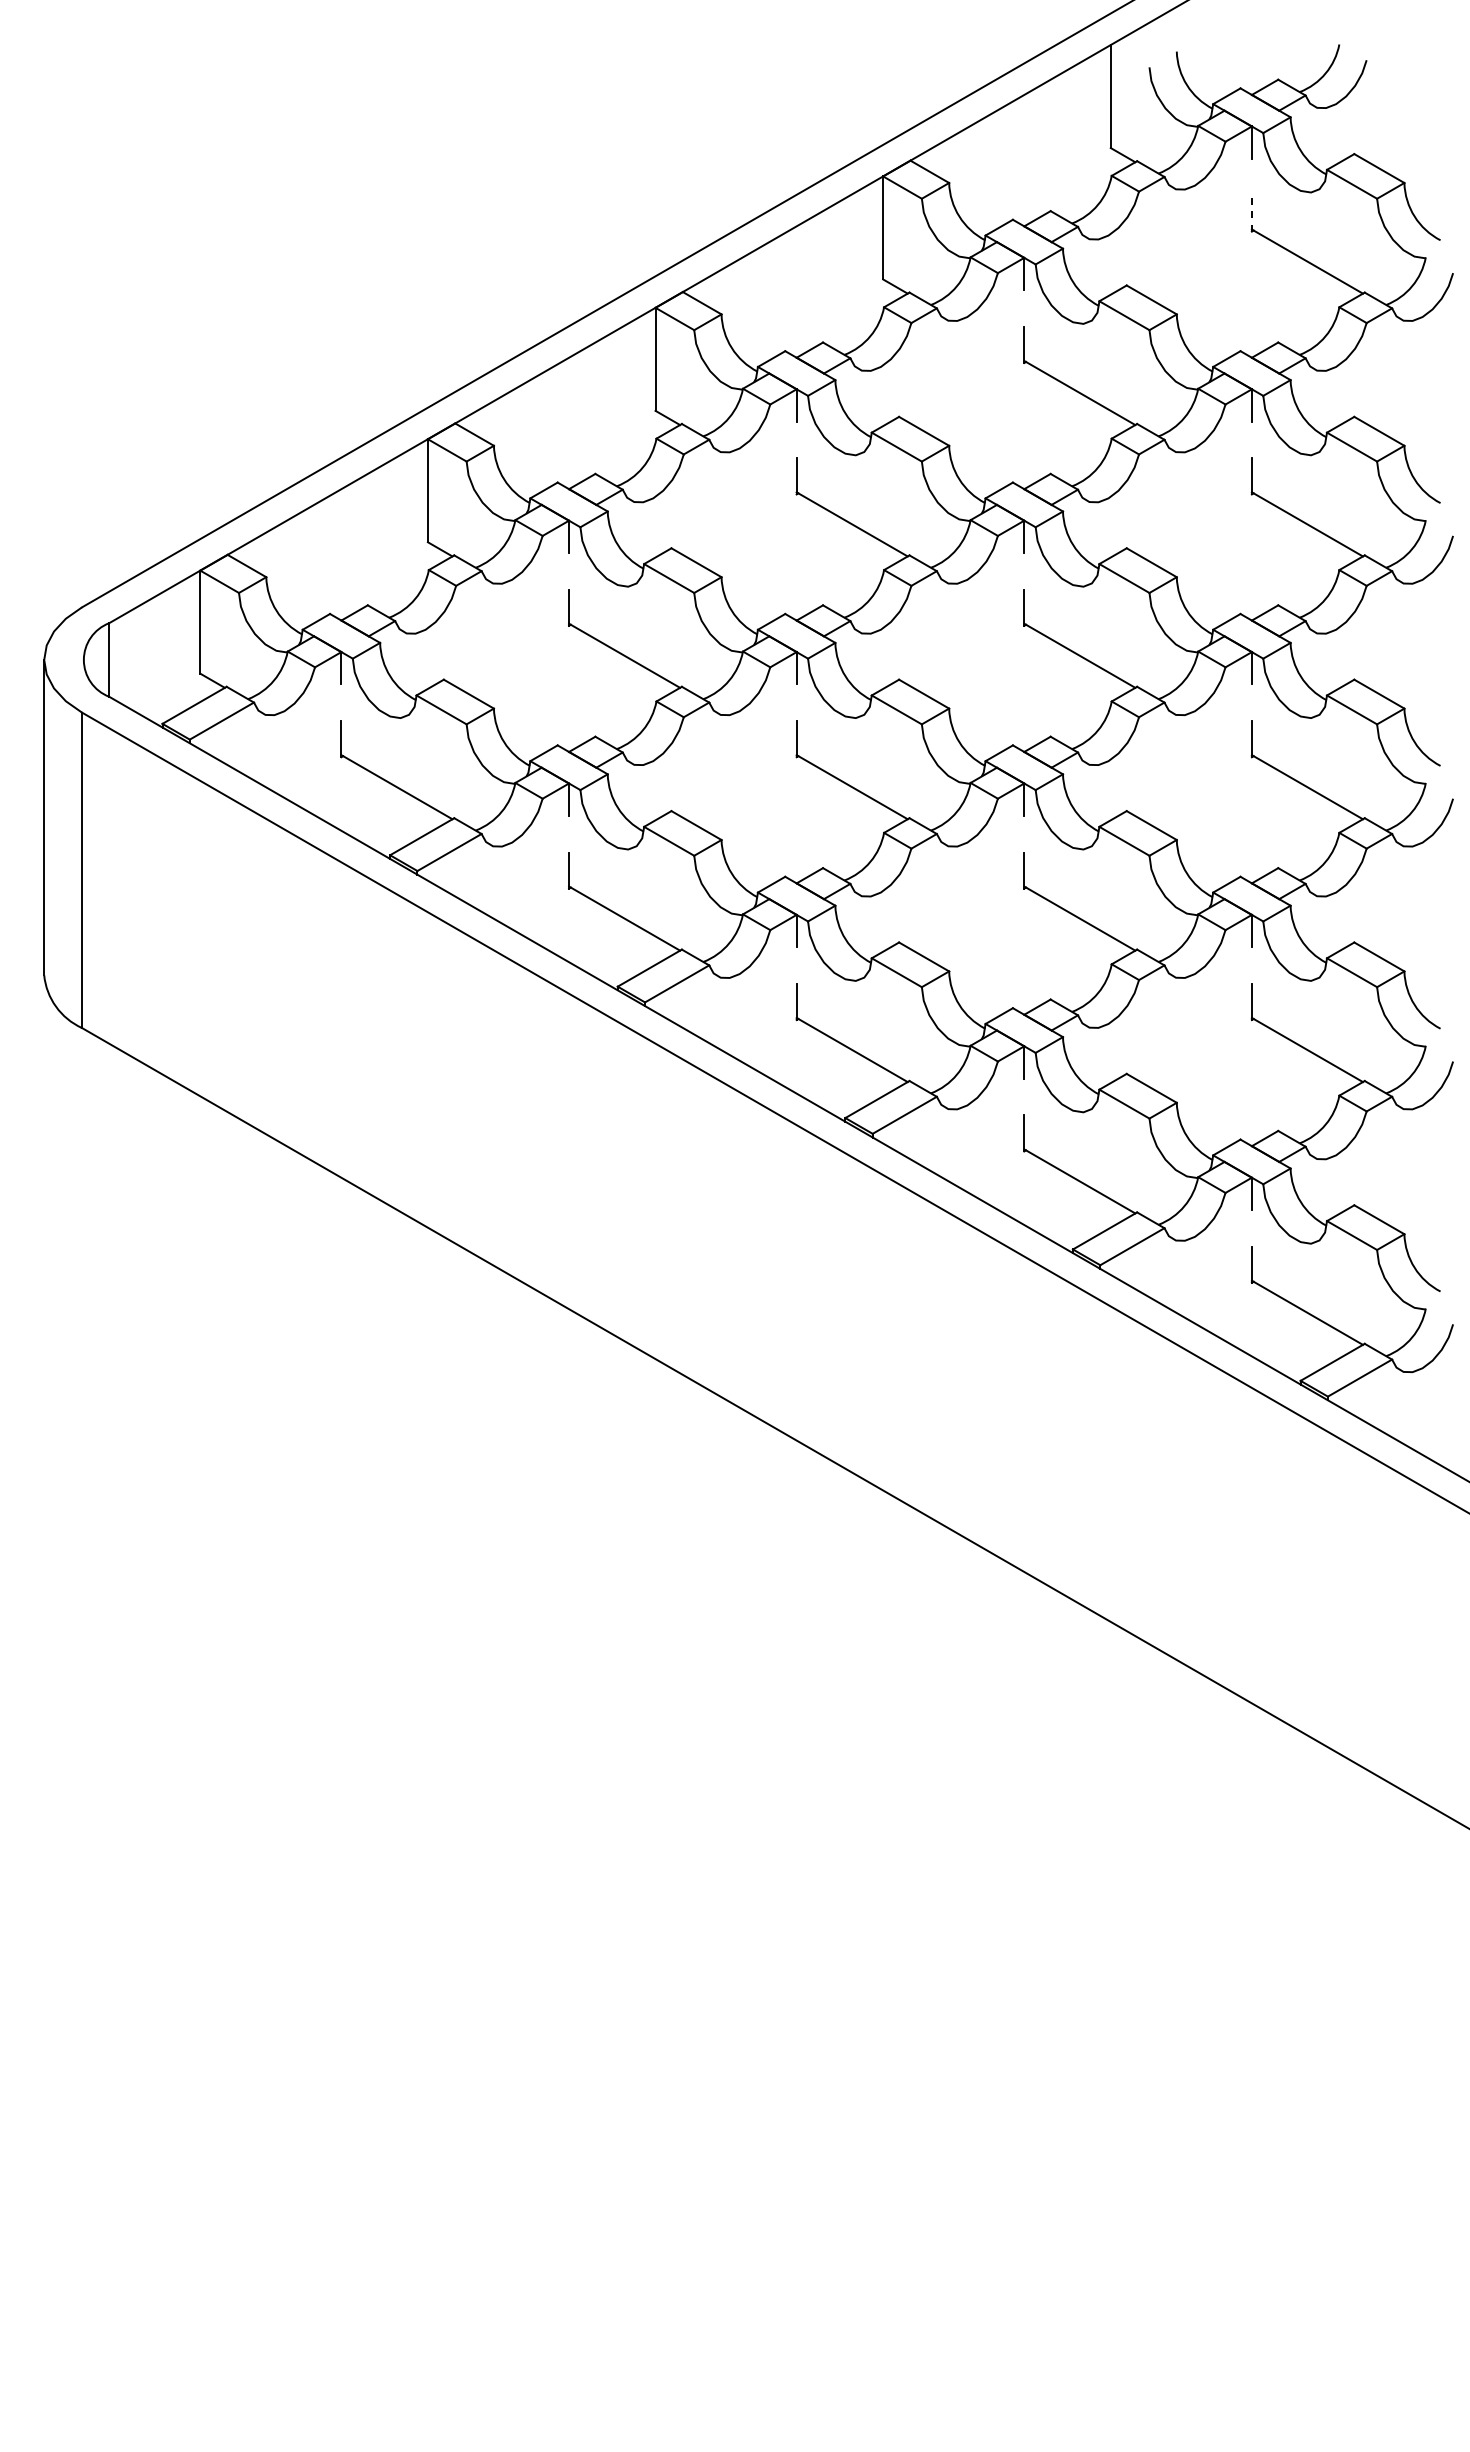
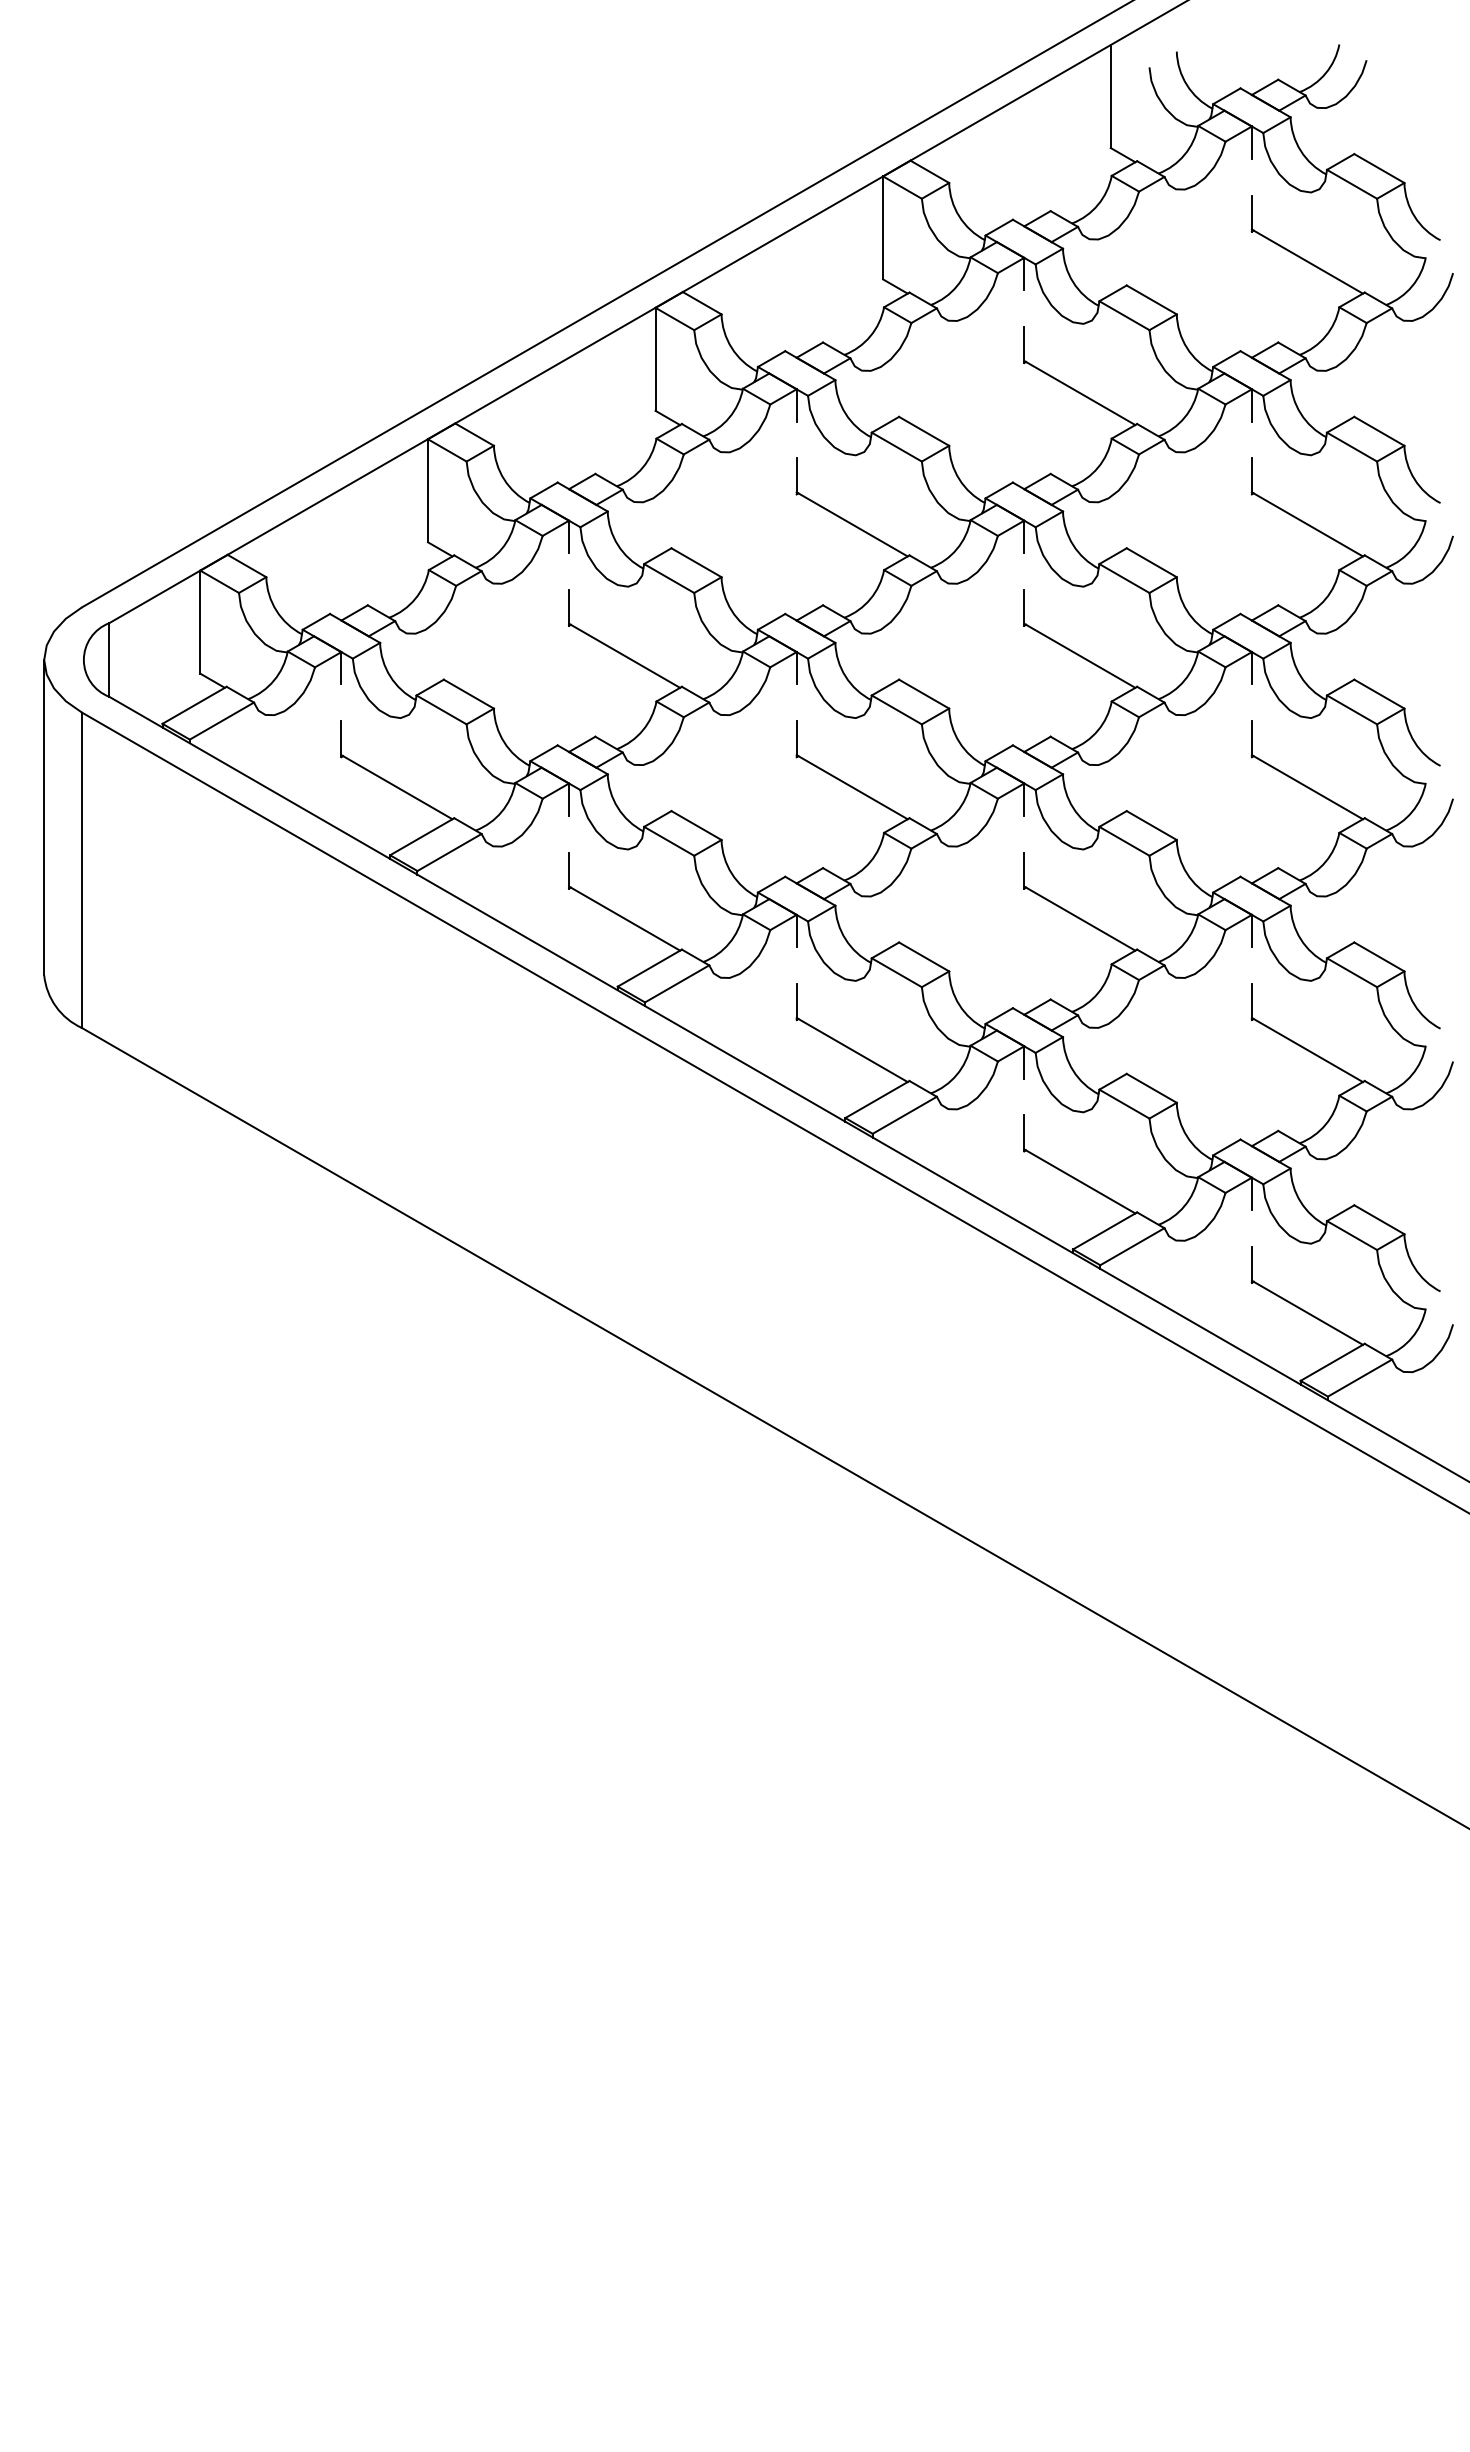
line at (1251, 213): dashed -> solid
